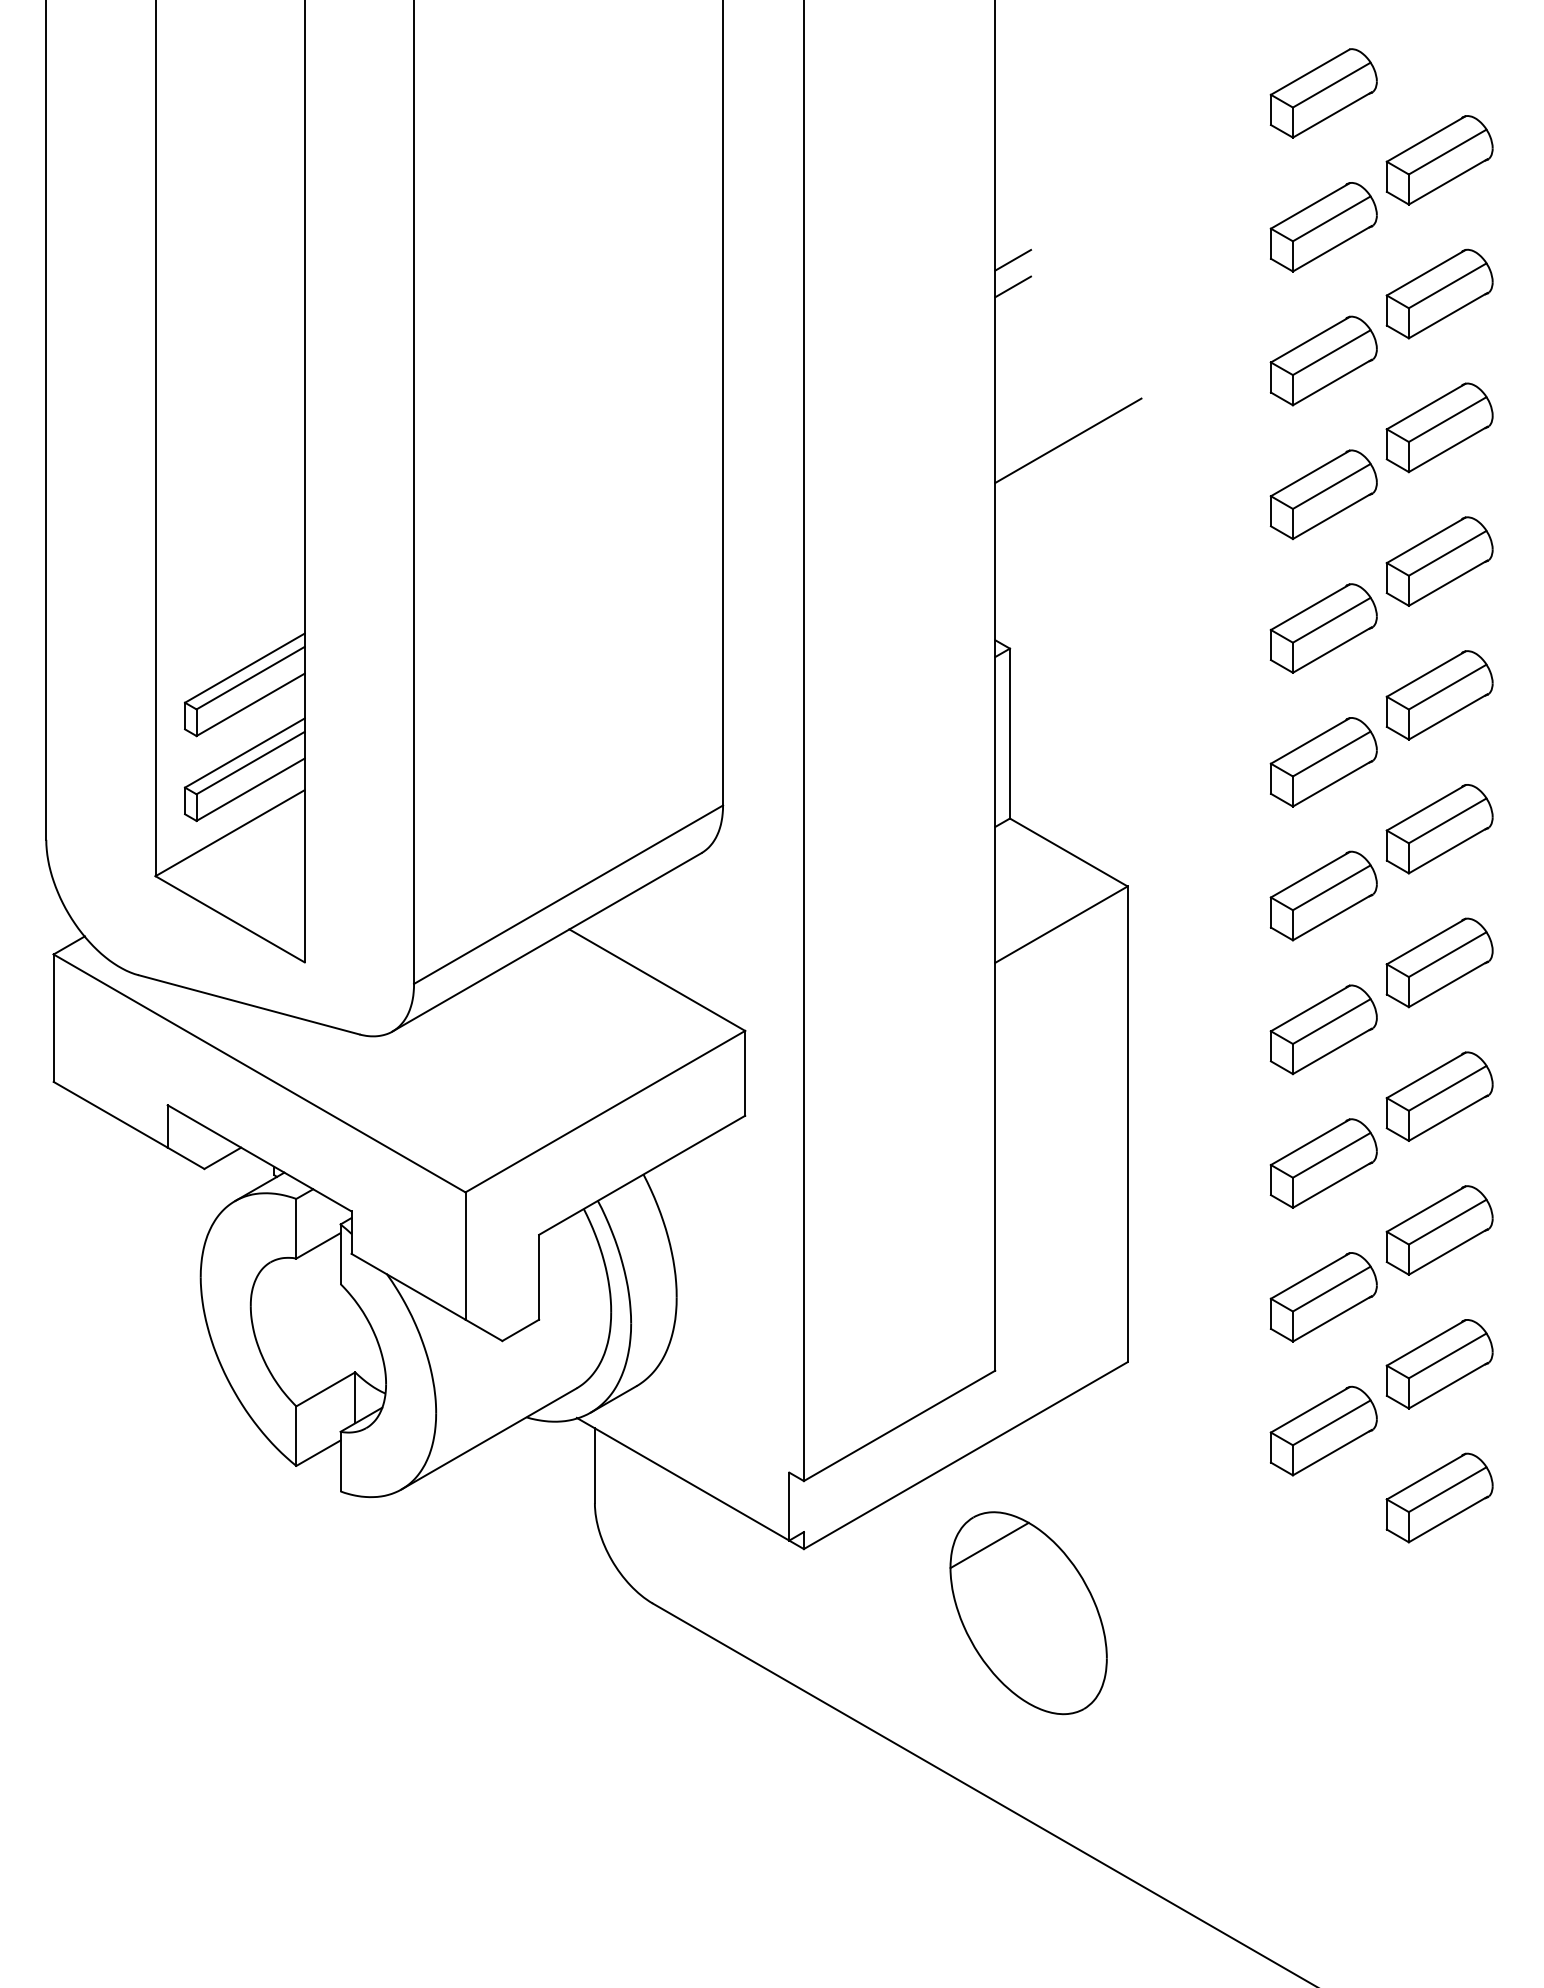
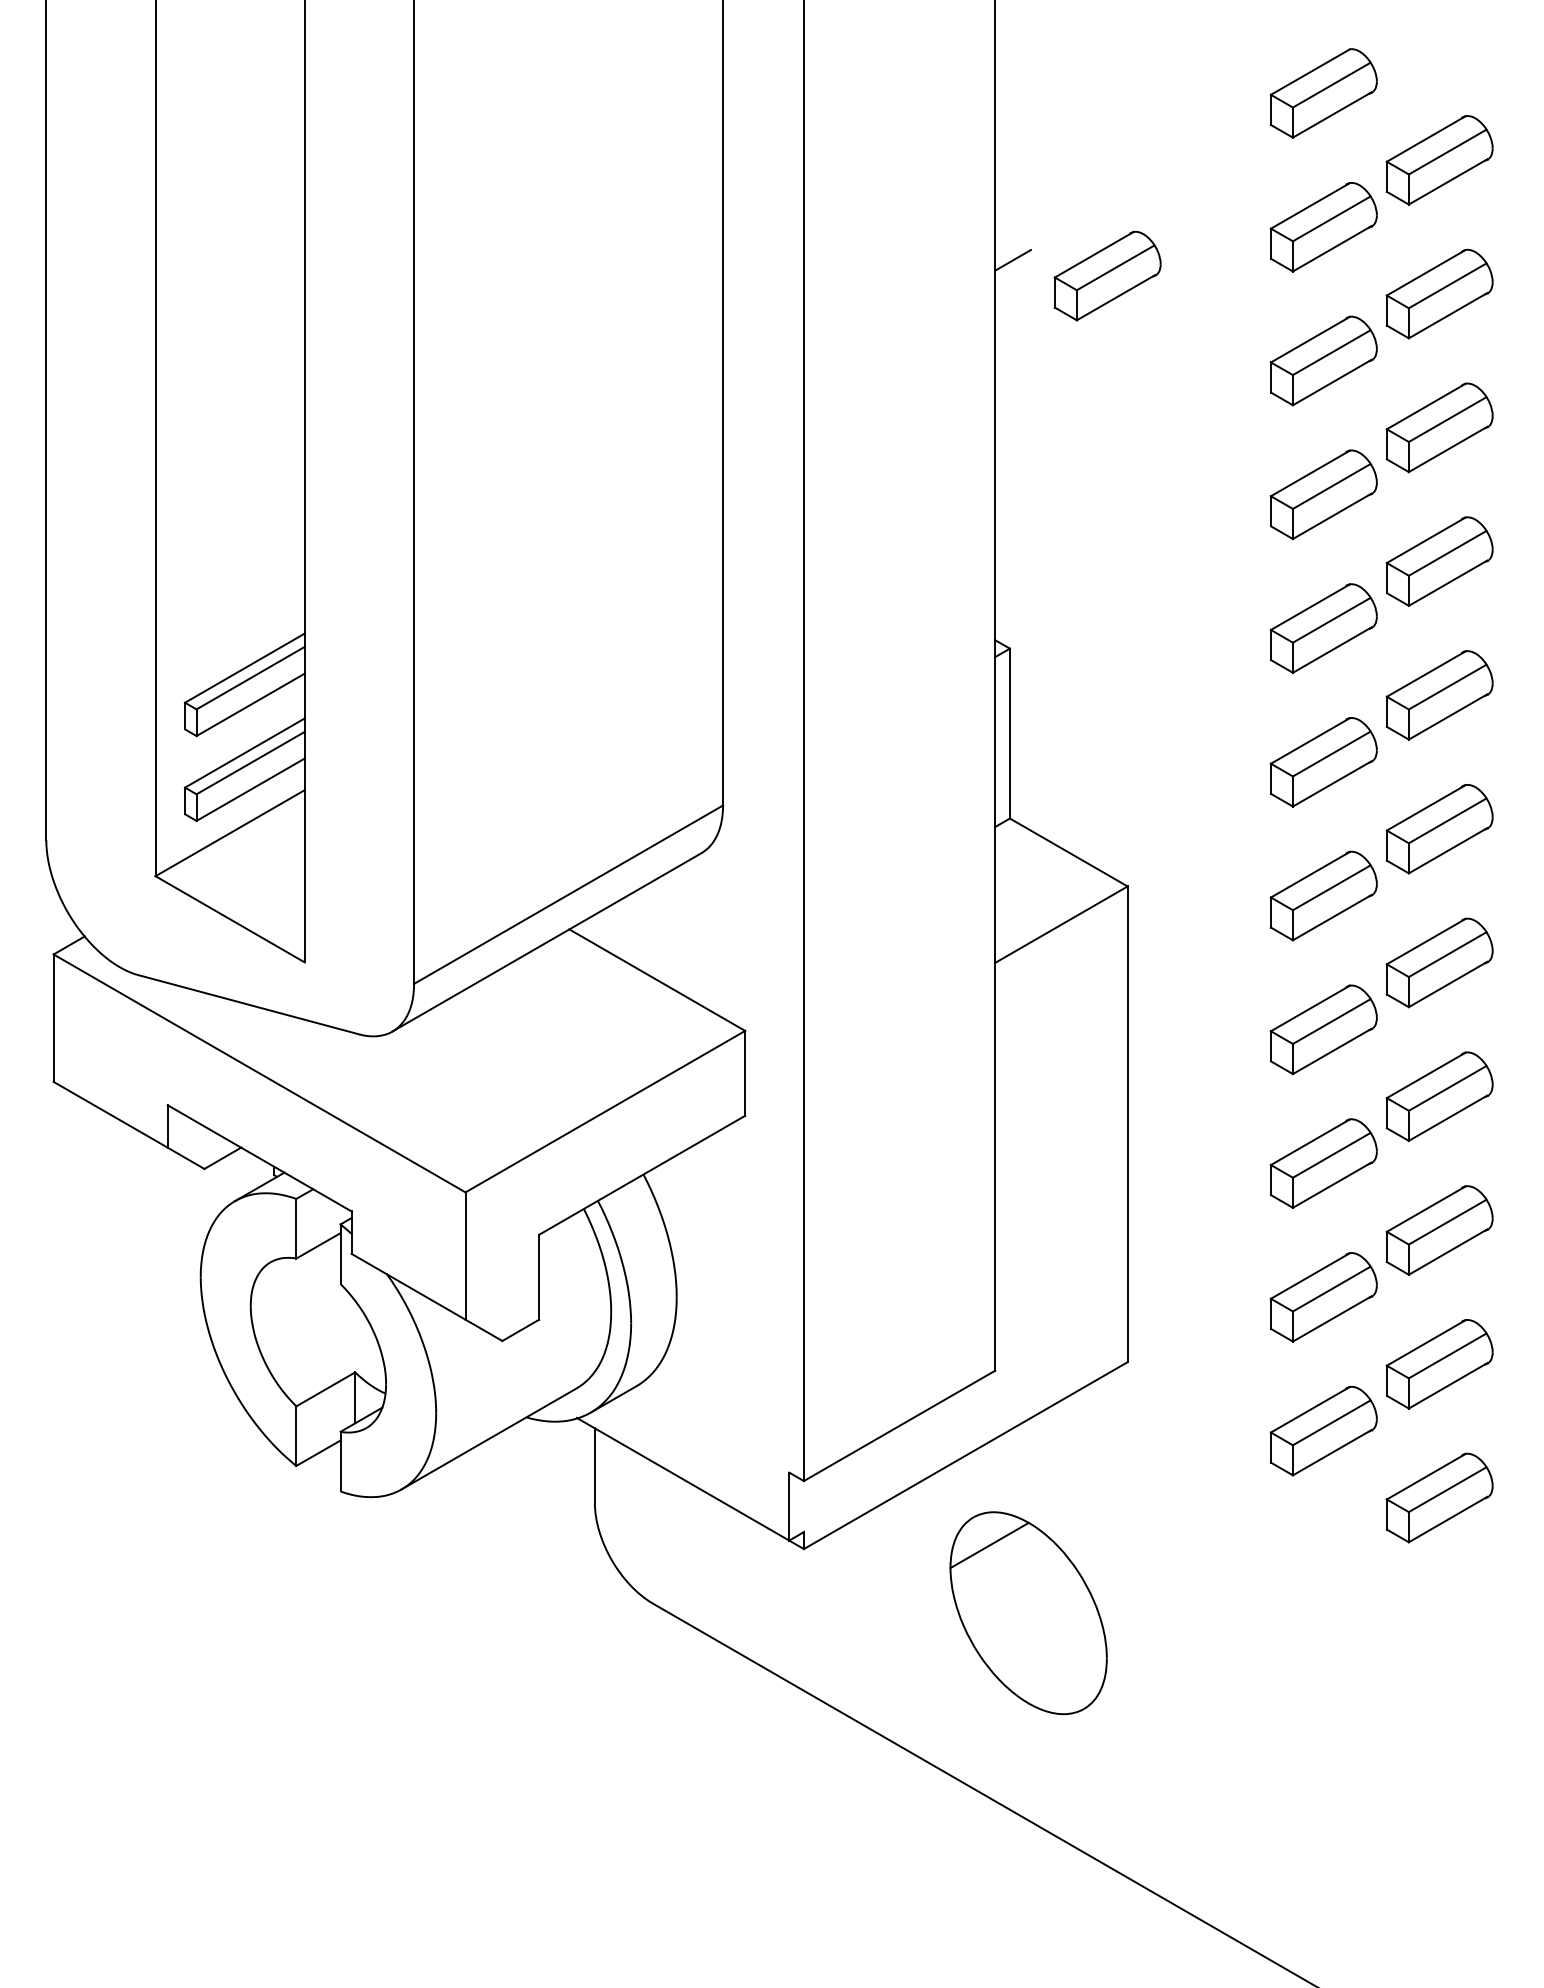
part at (1107, 275): none -> present
line at (1013, 286): present -> none
line at (1068, 440): present -> none
